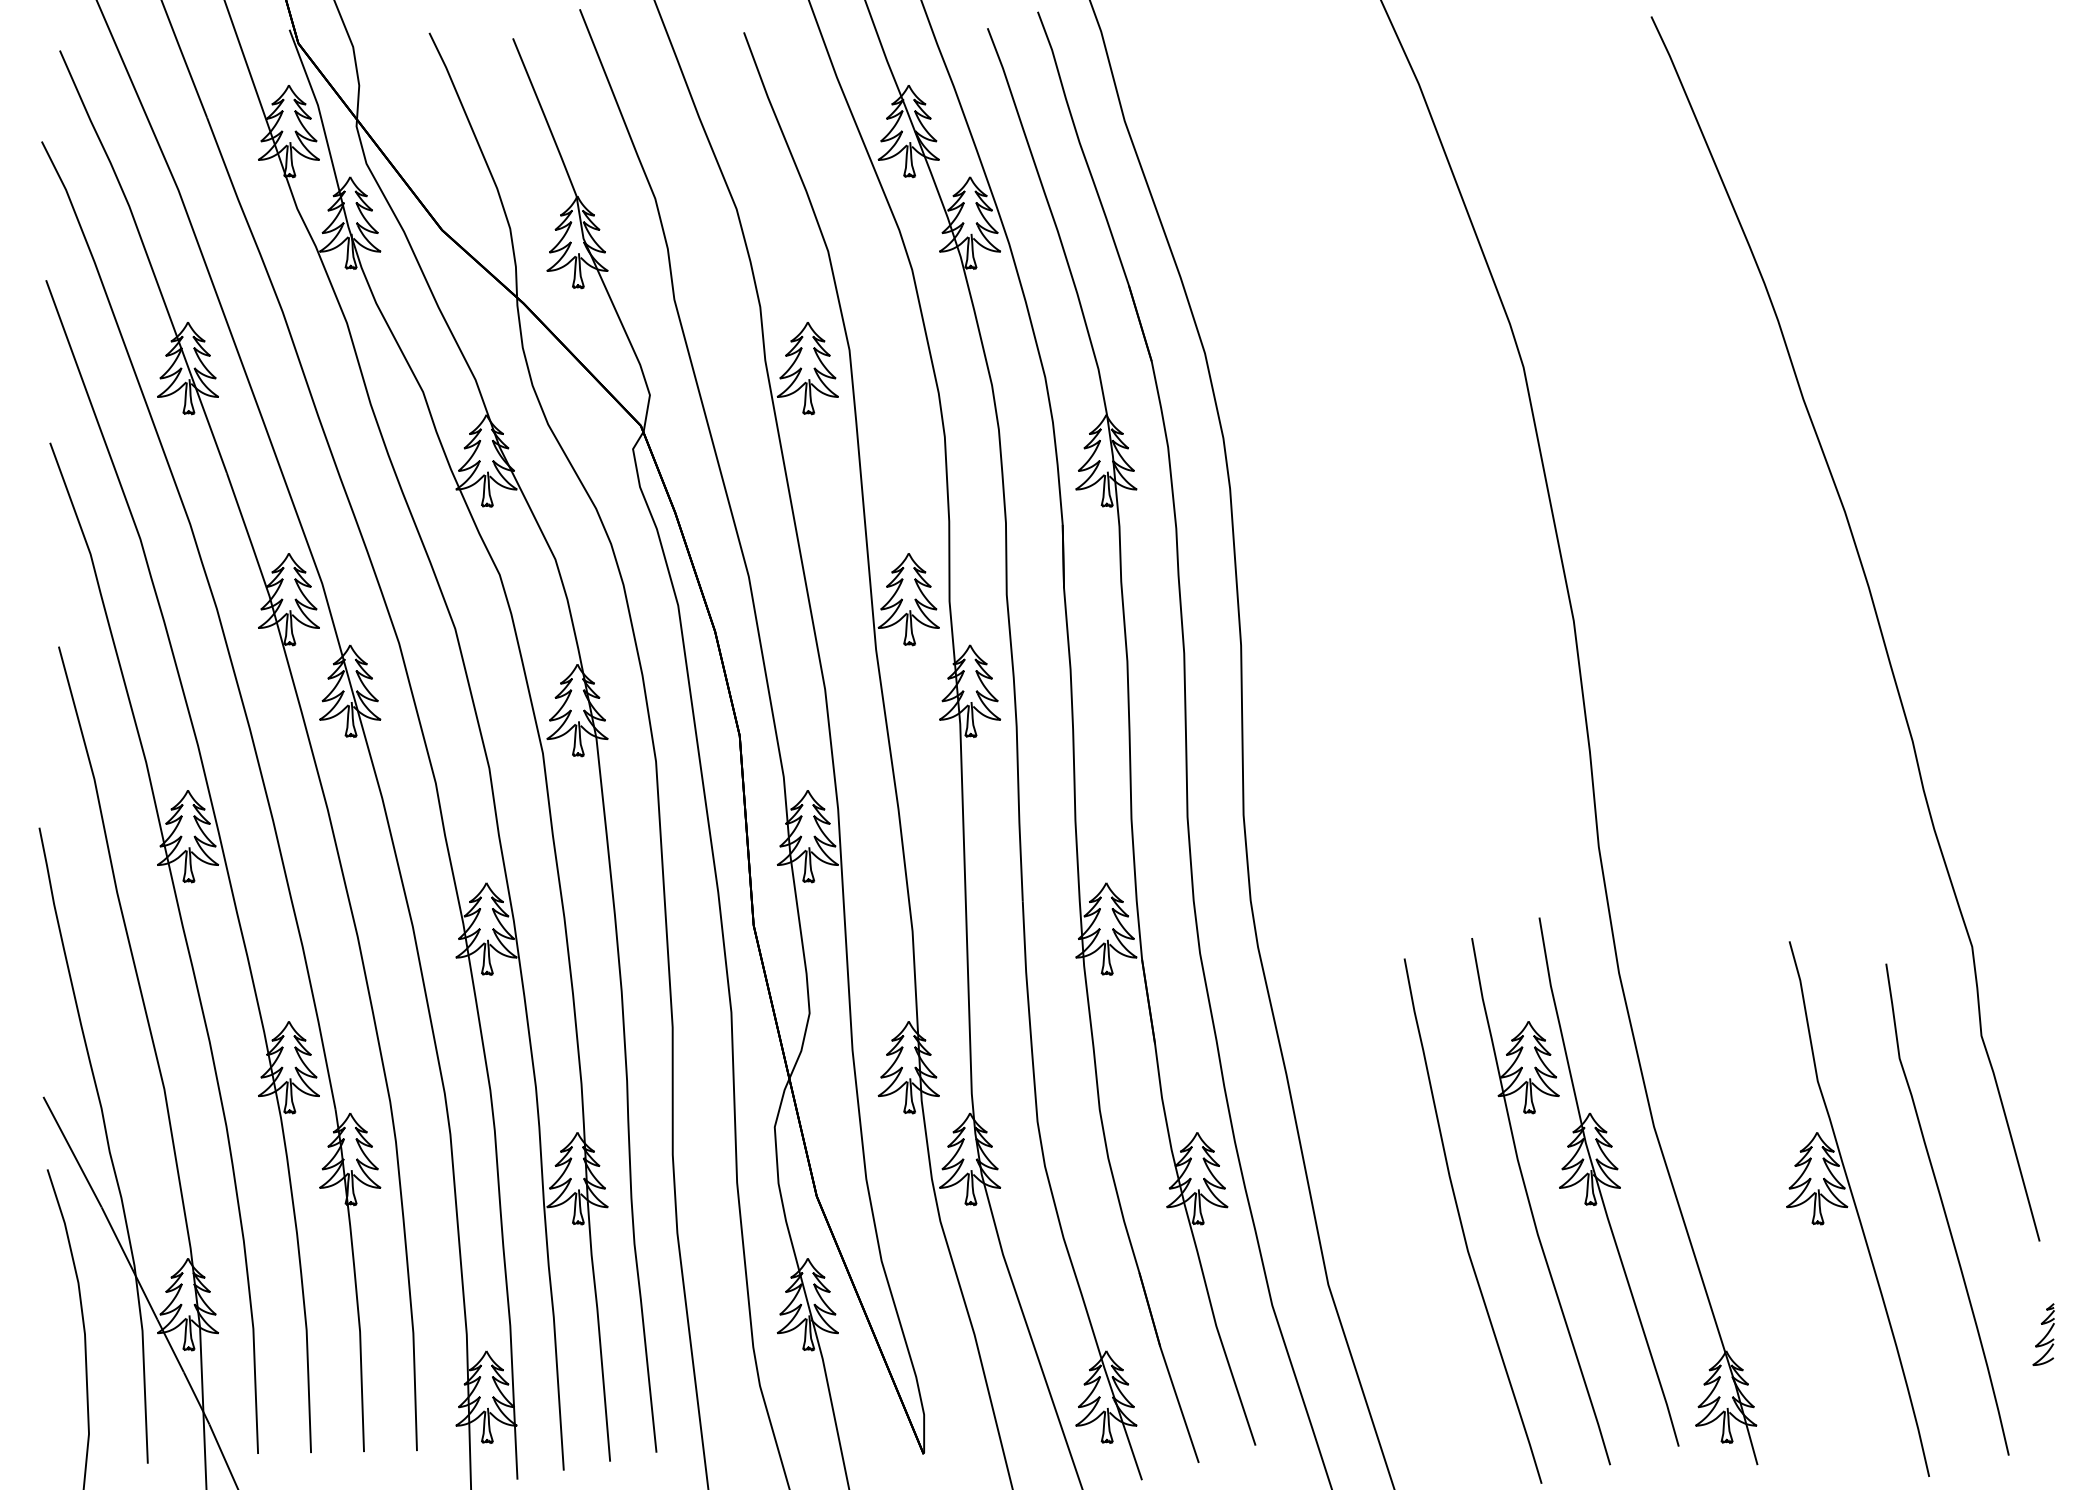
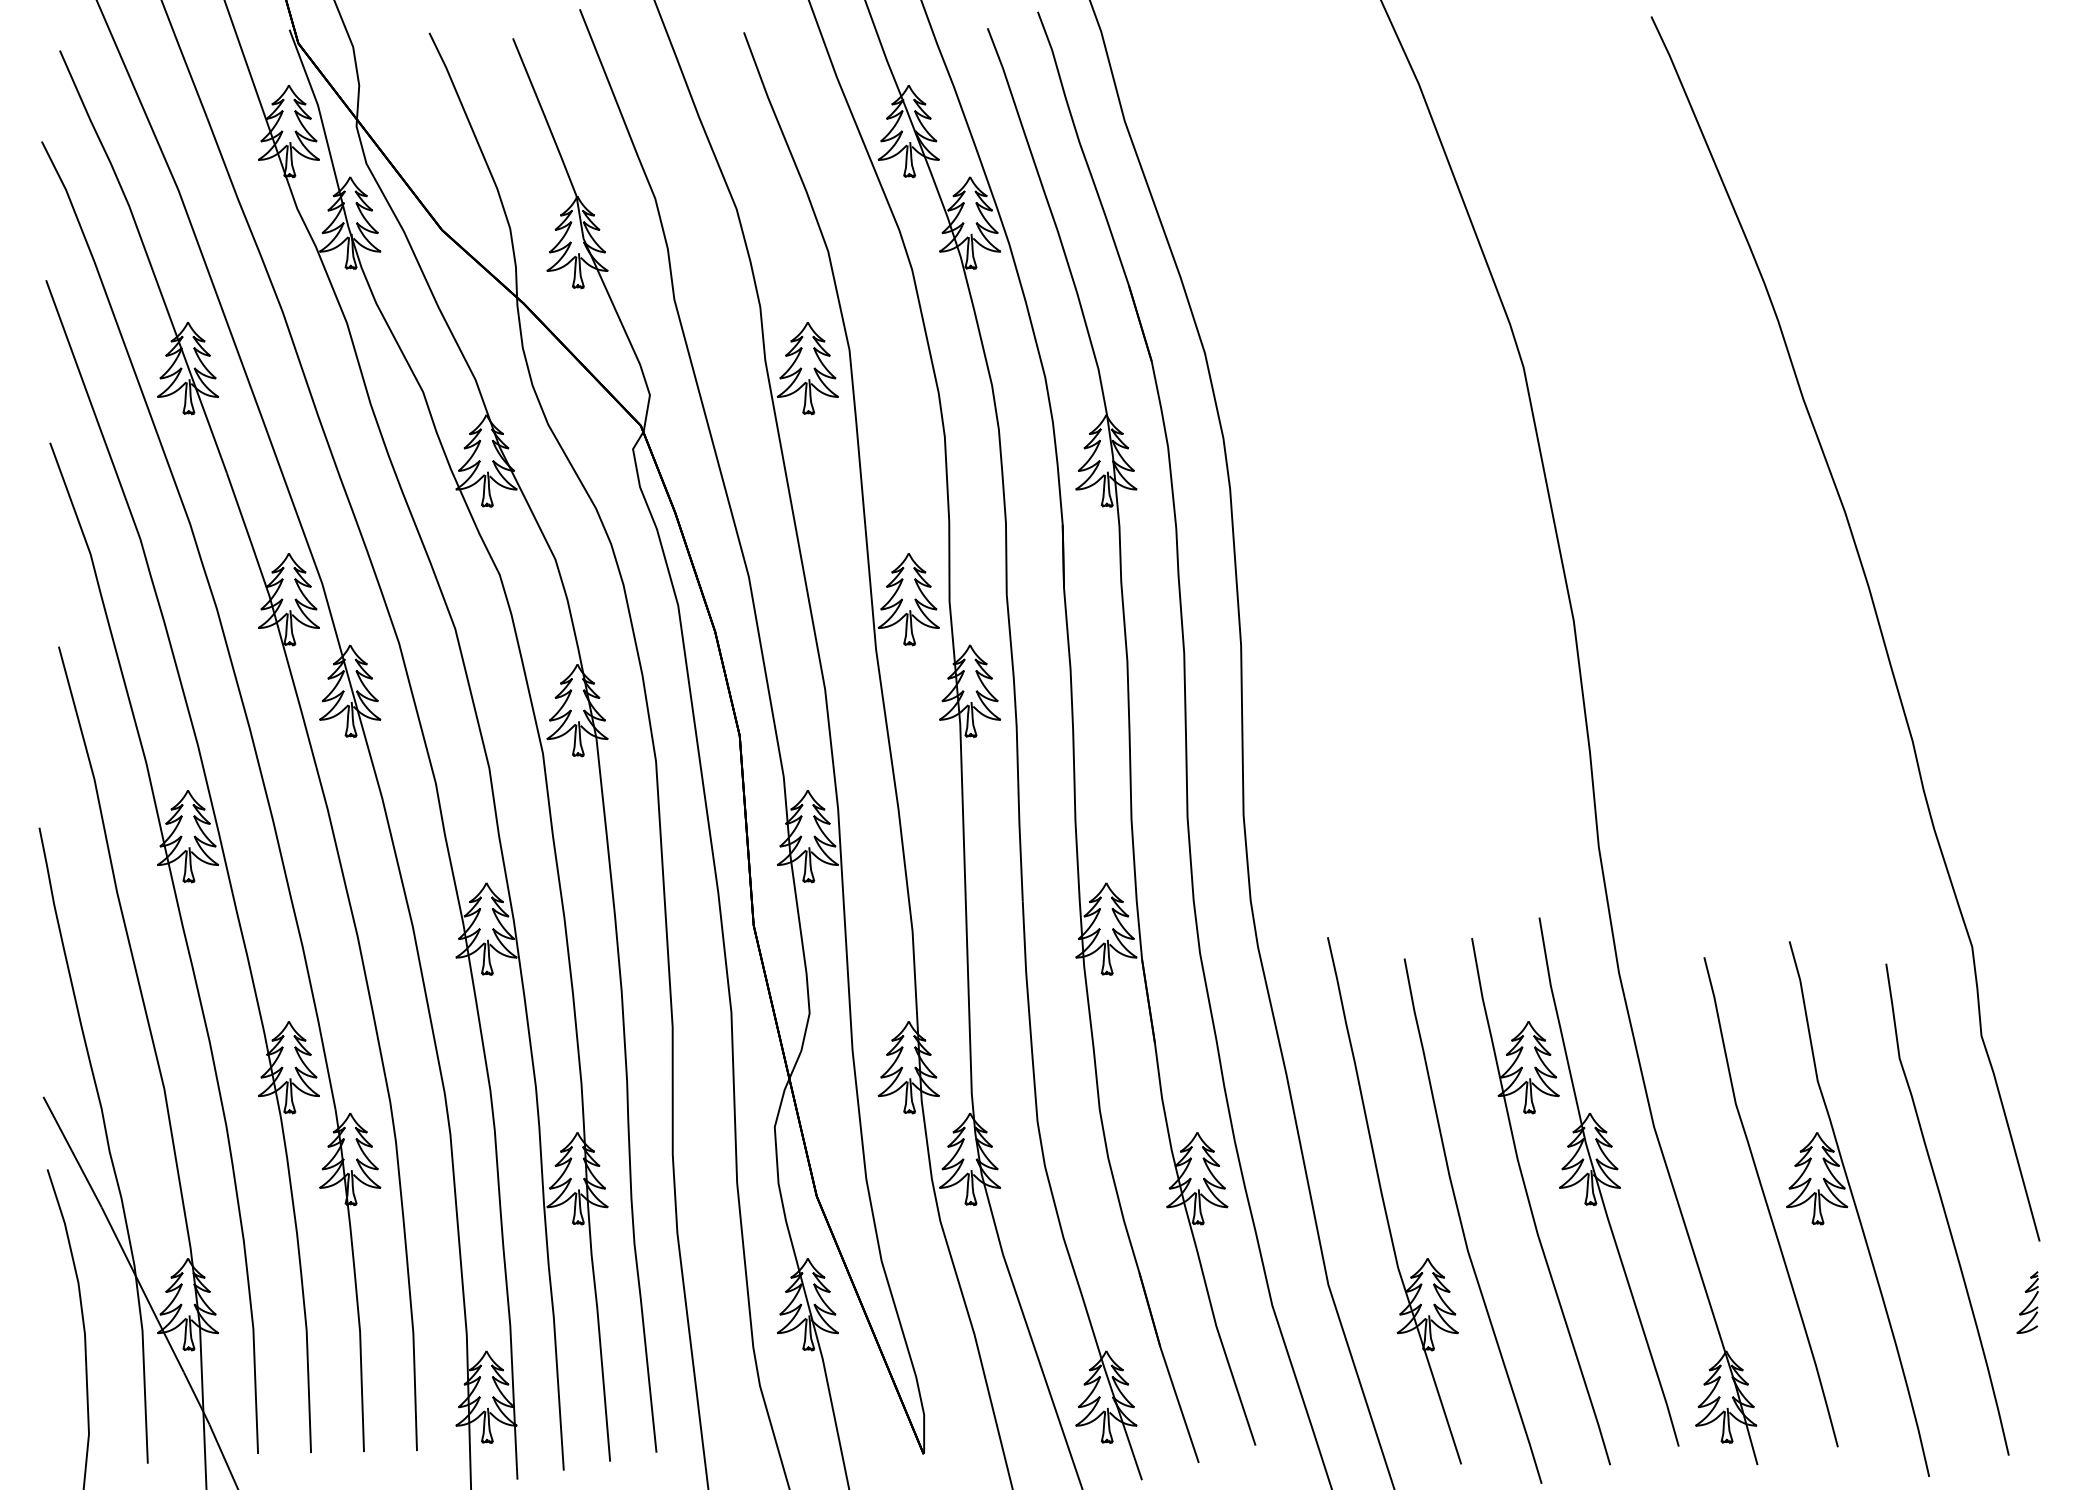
part at (1384, 1200): none -> present
curve at (1767, 1202): none -> present
part at (2043, 1334) position: (2043, 1334) -> (2027, 1302)
